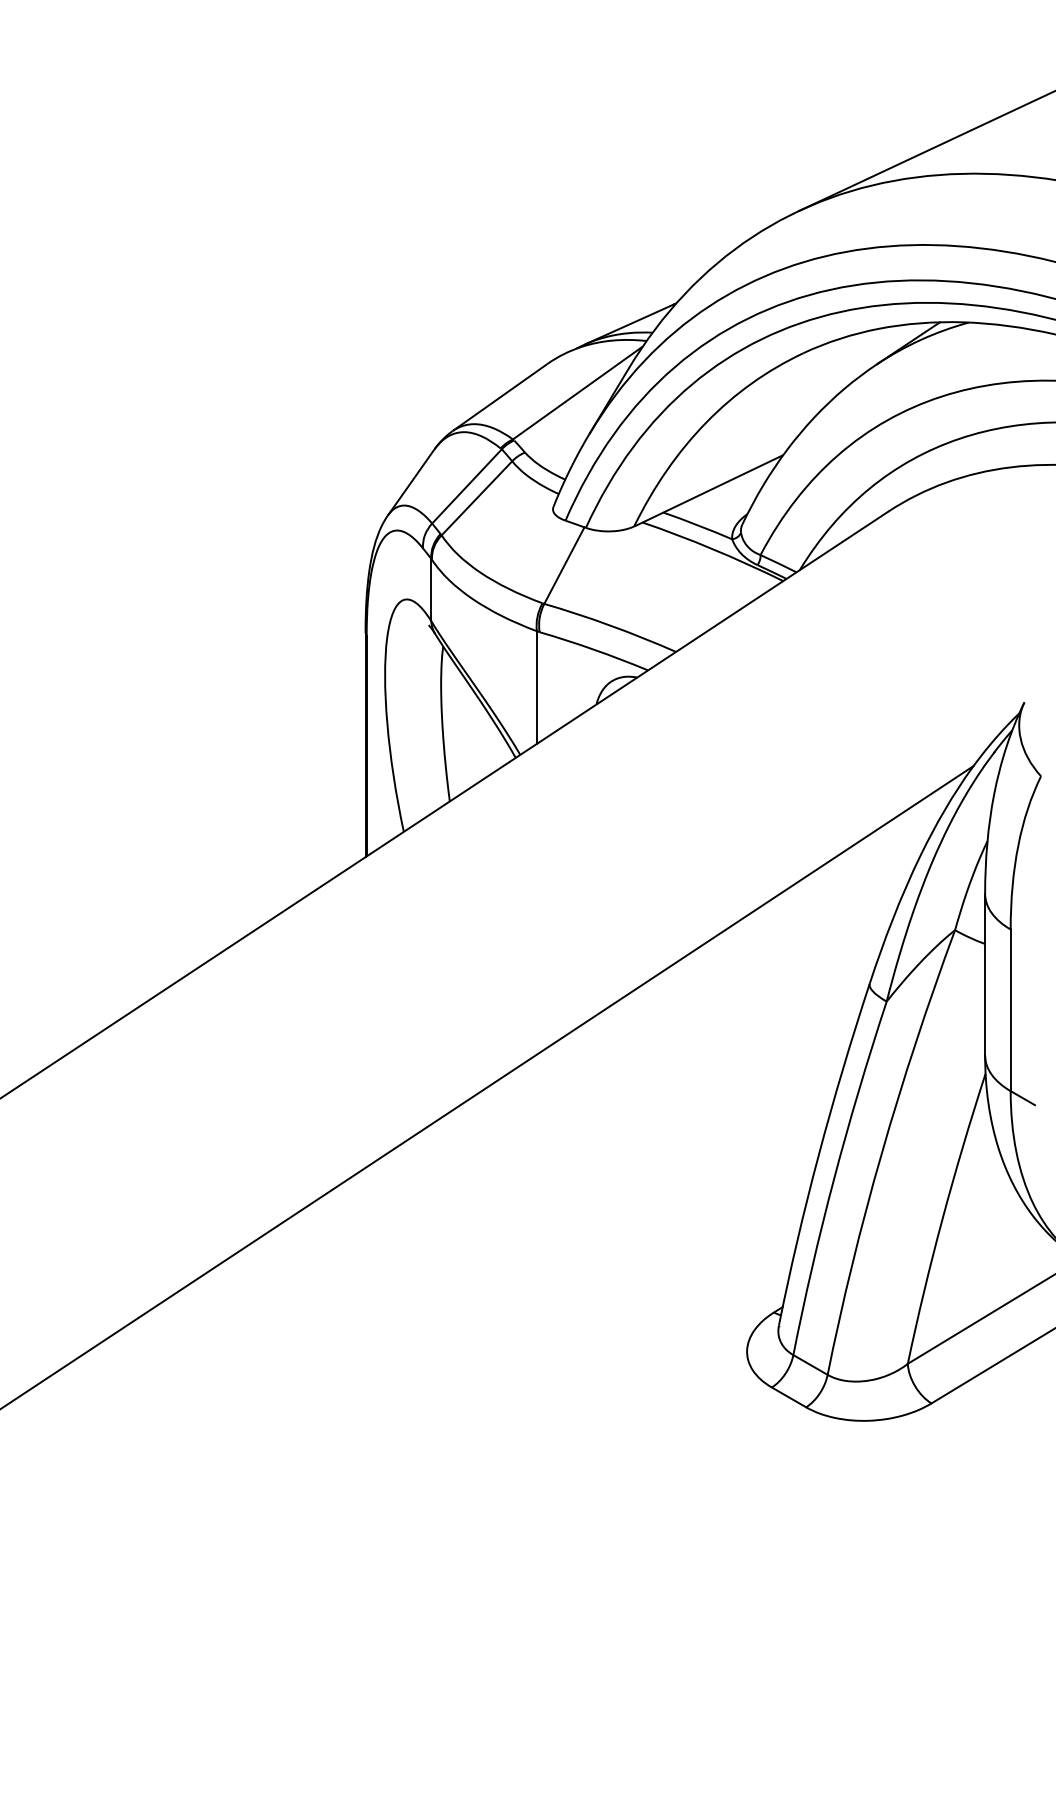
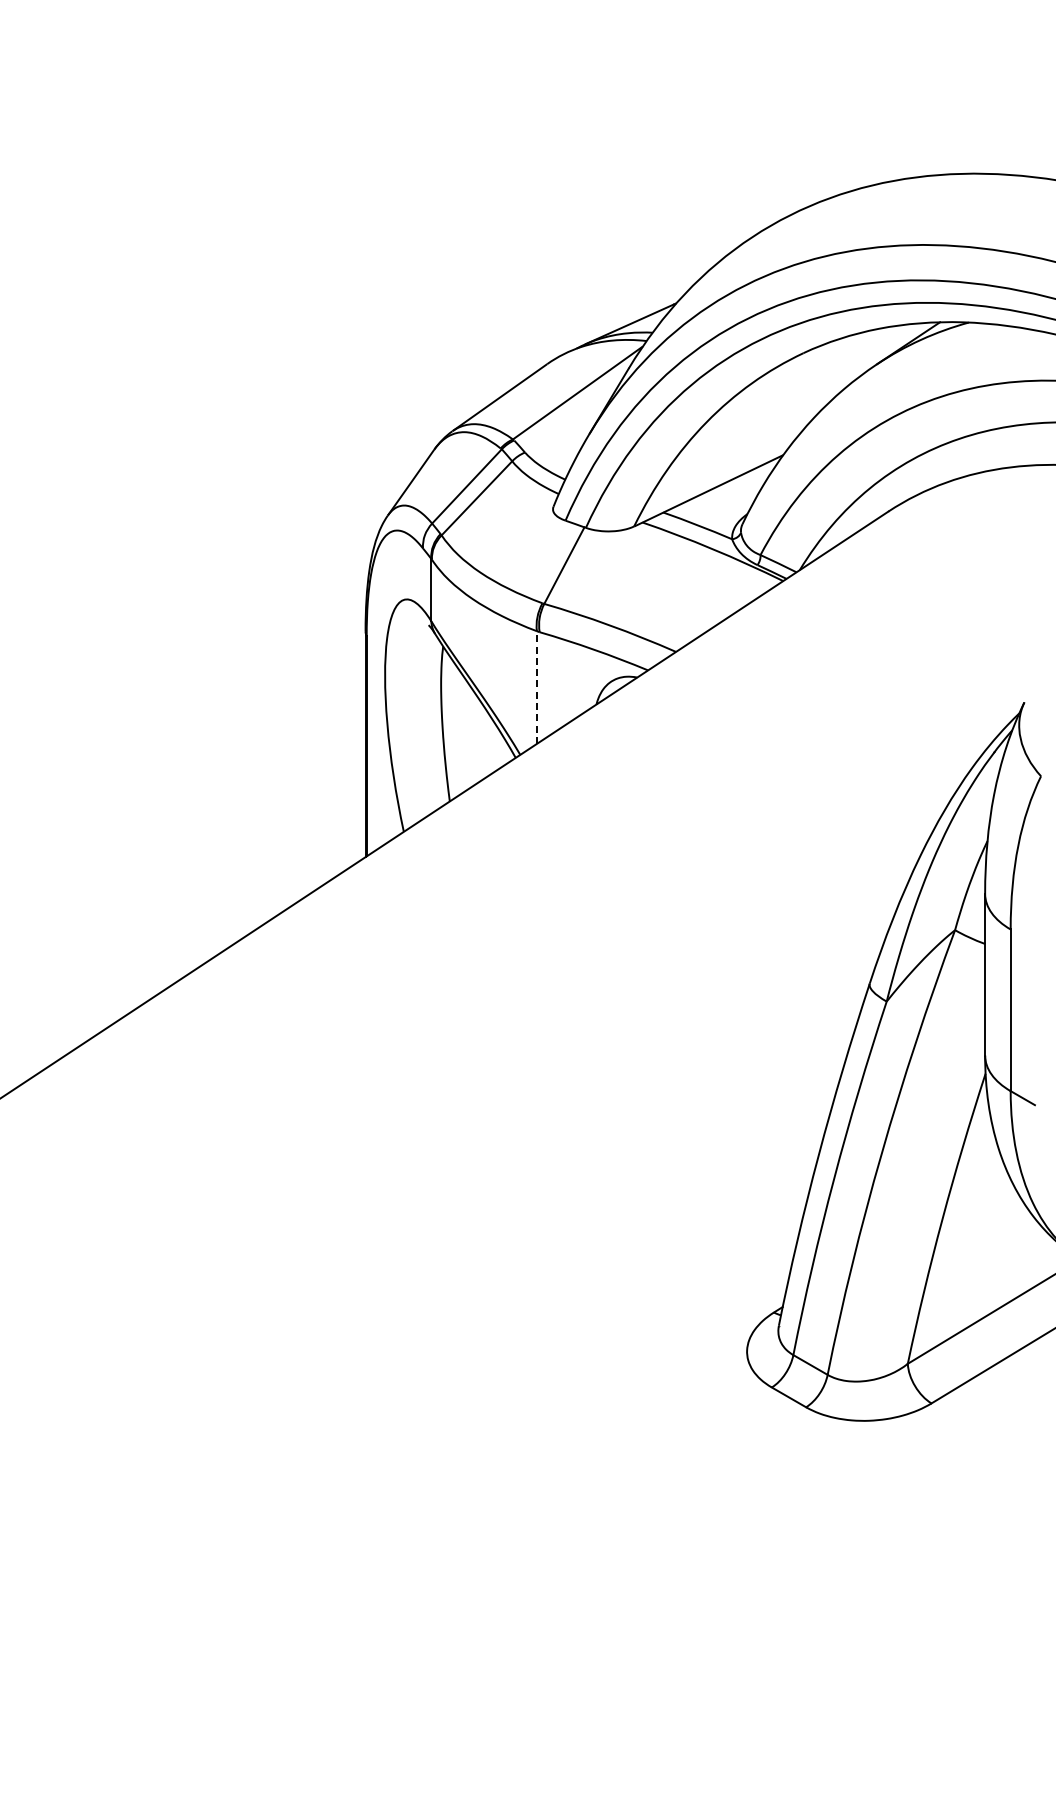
line at (925, 151): present -> none
line at (536, 687): solid -> dashed
line at (487, 1086): present -> none
